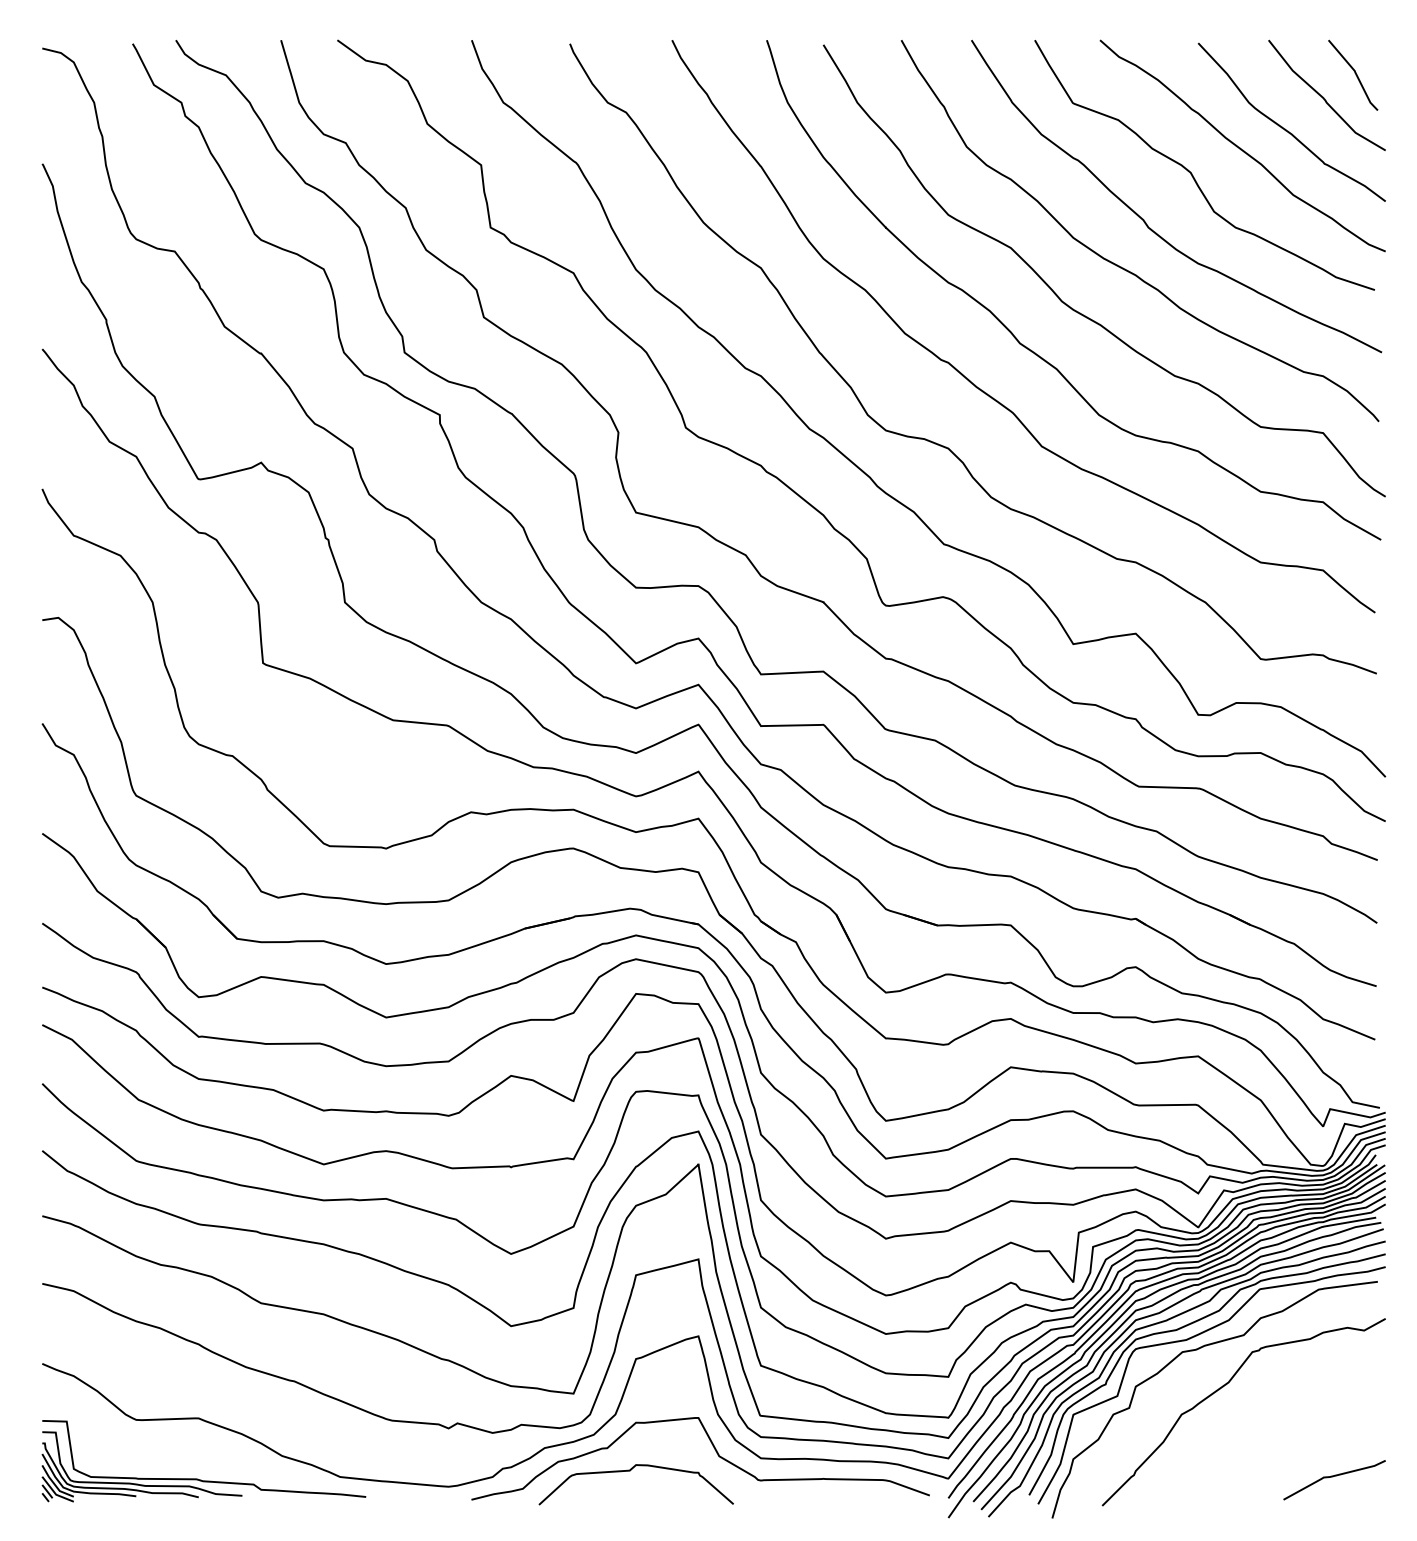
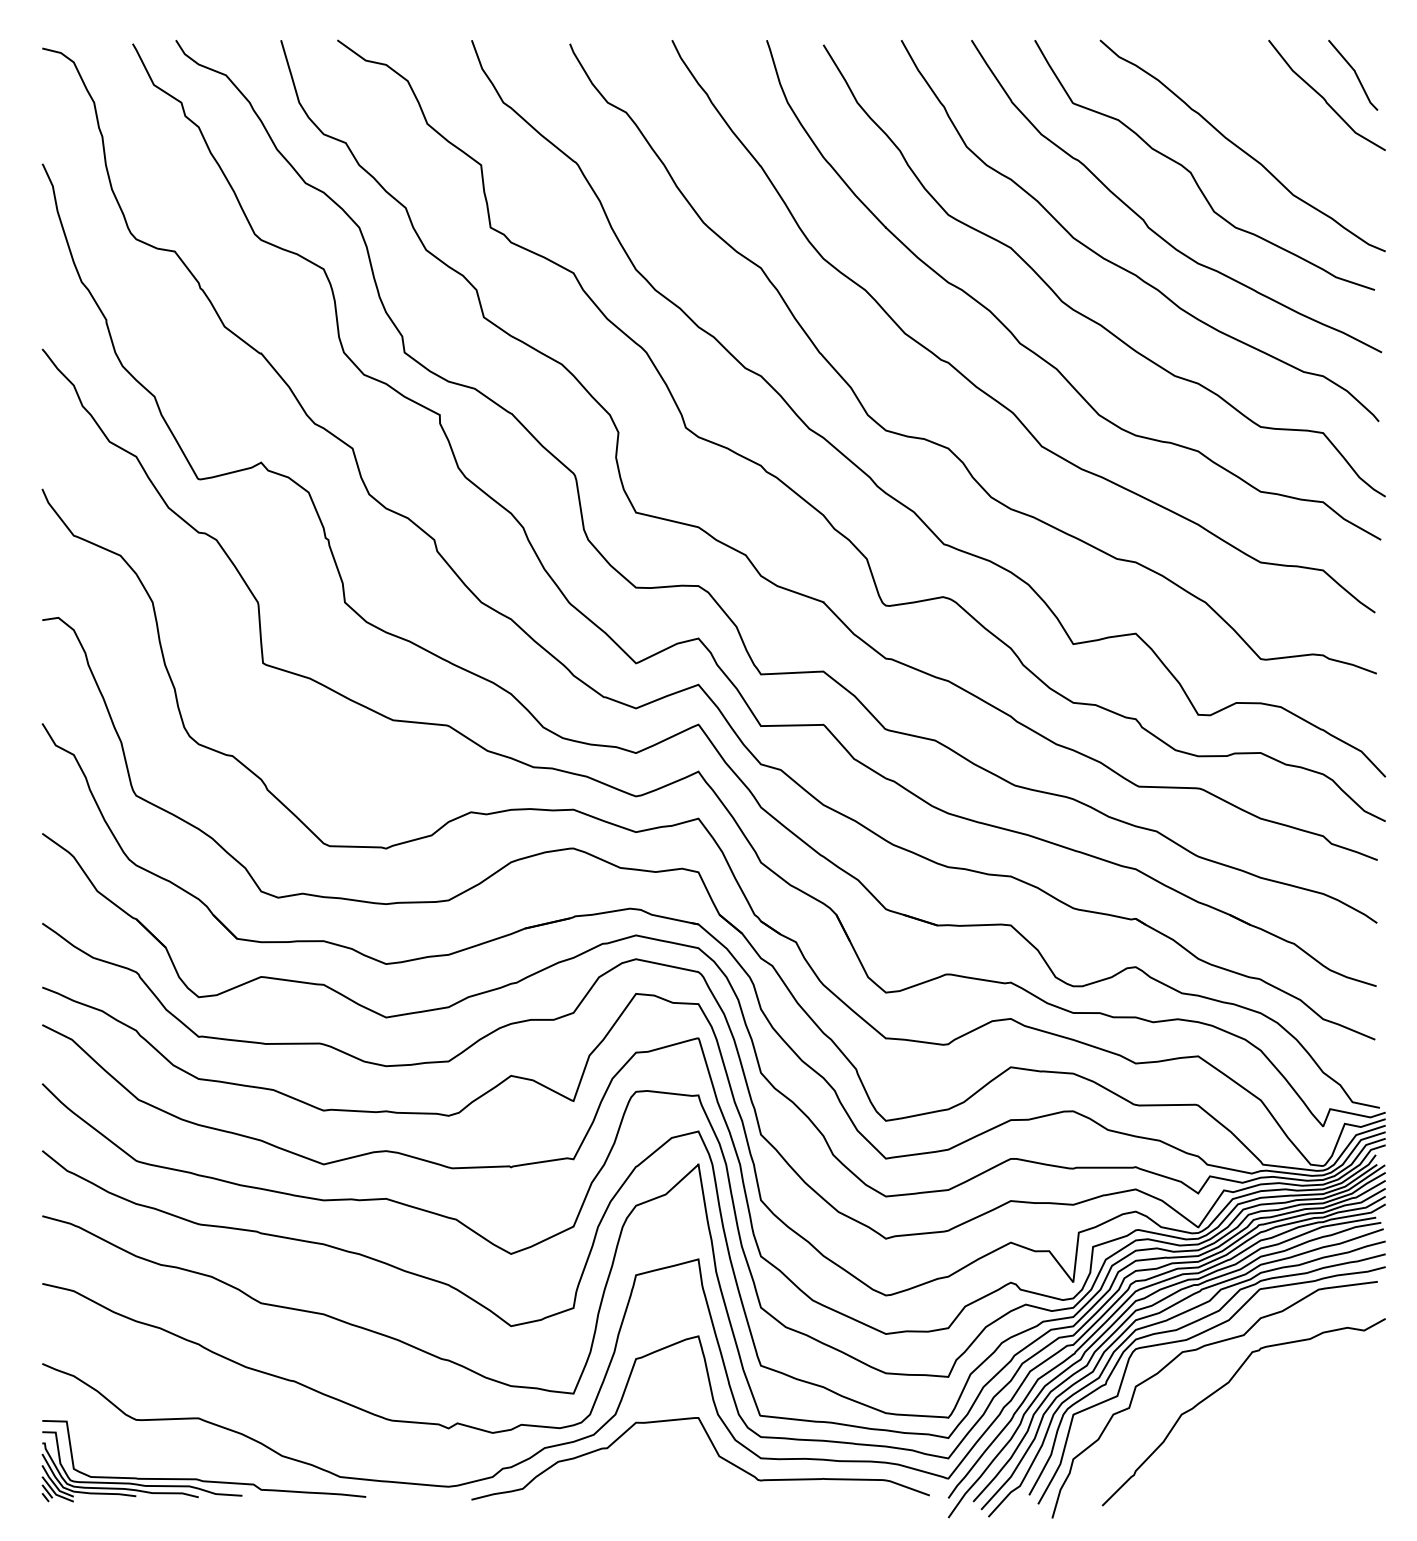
curve at (1285, 128): present -> none
curve at (630, 1471): present -> none
curve at (1333, 1477): present -> none
